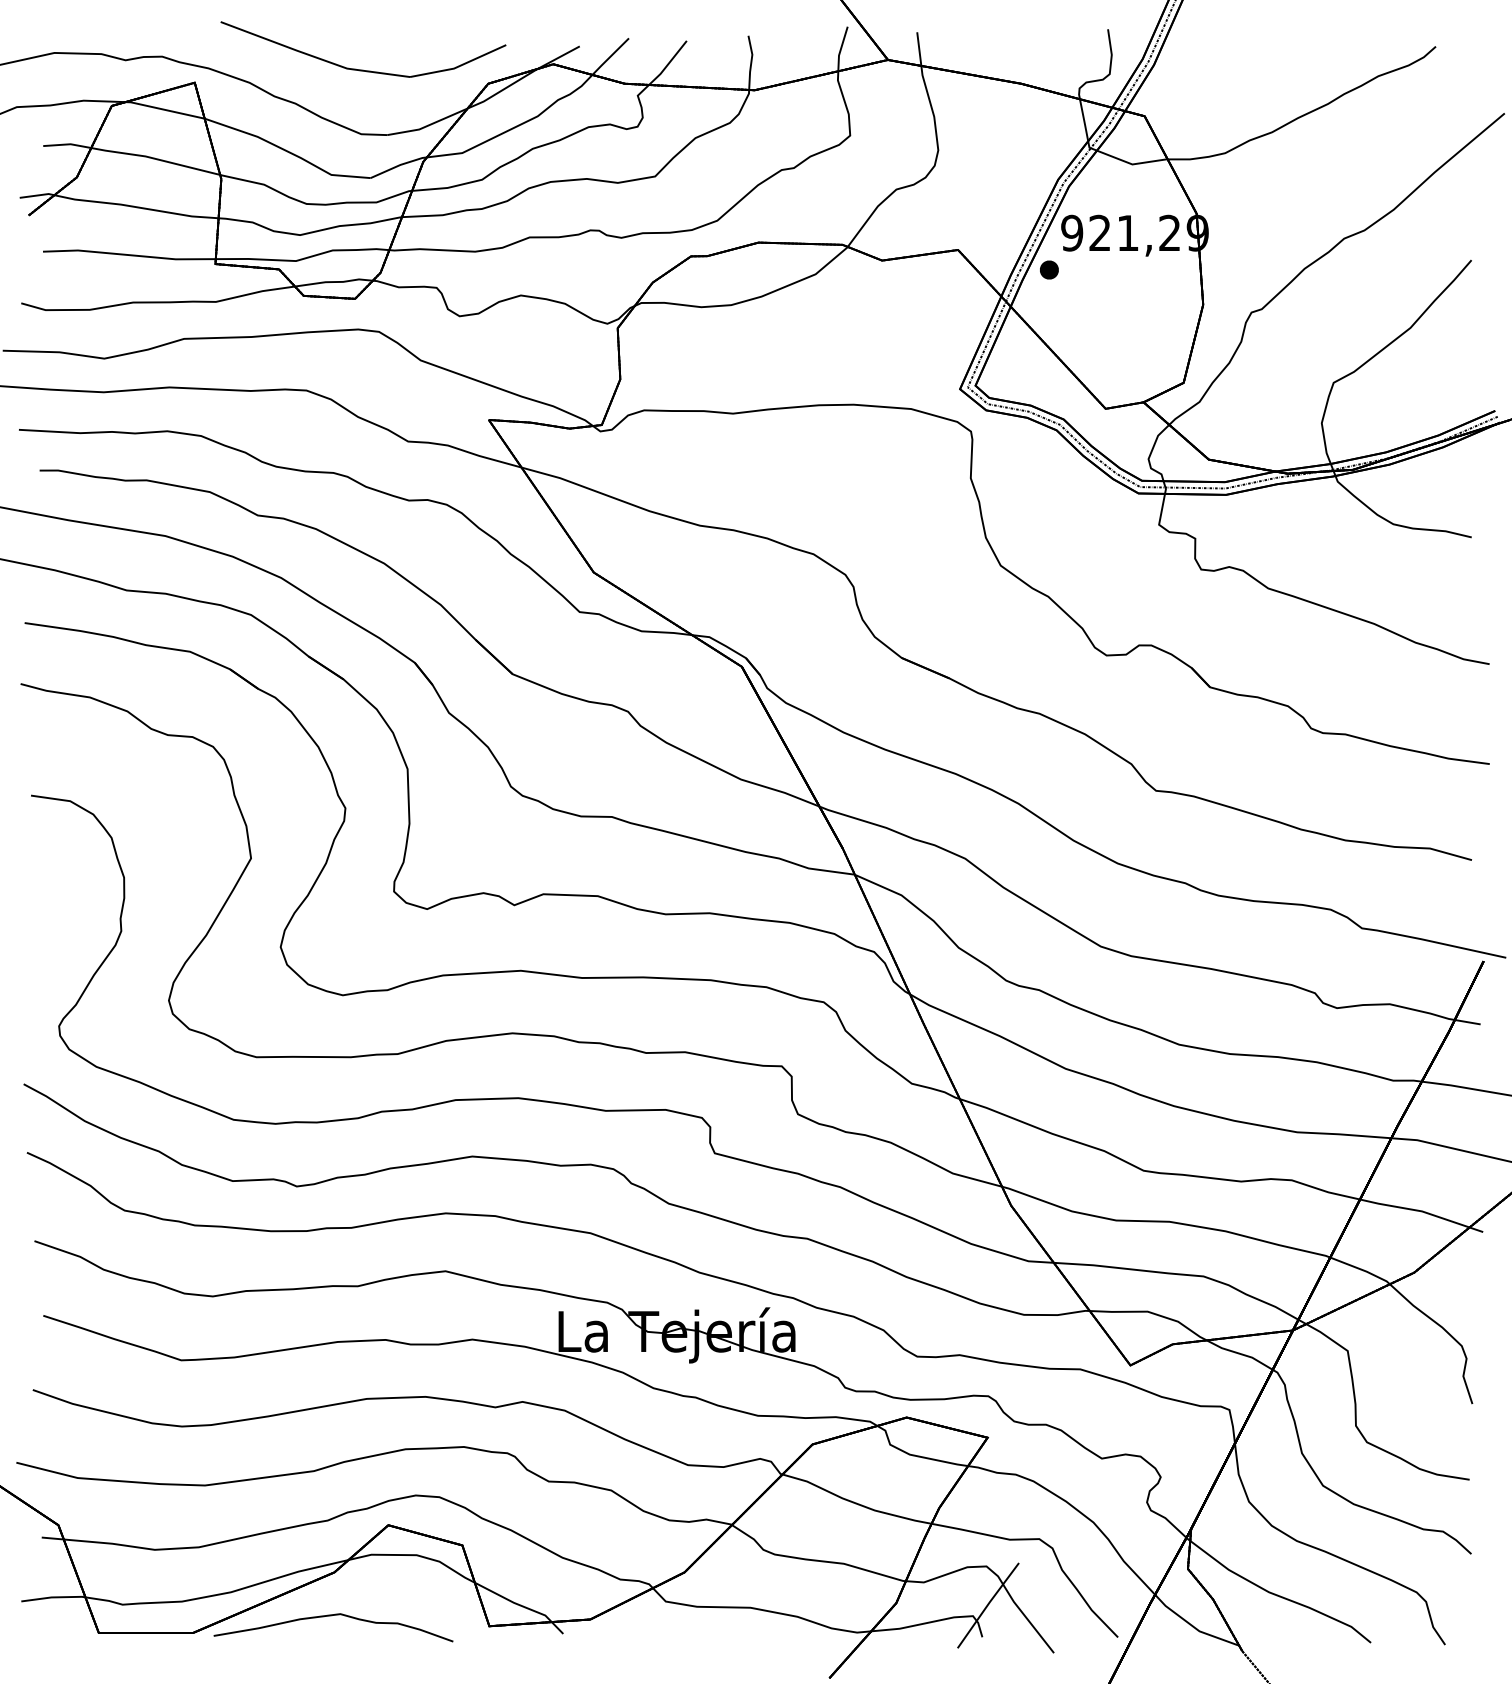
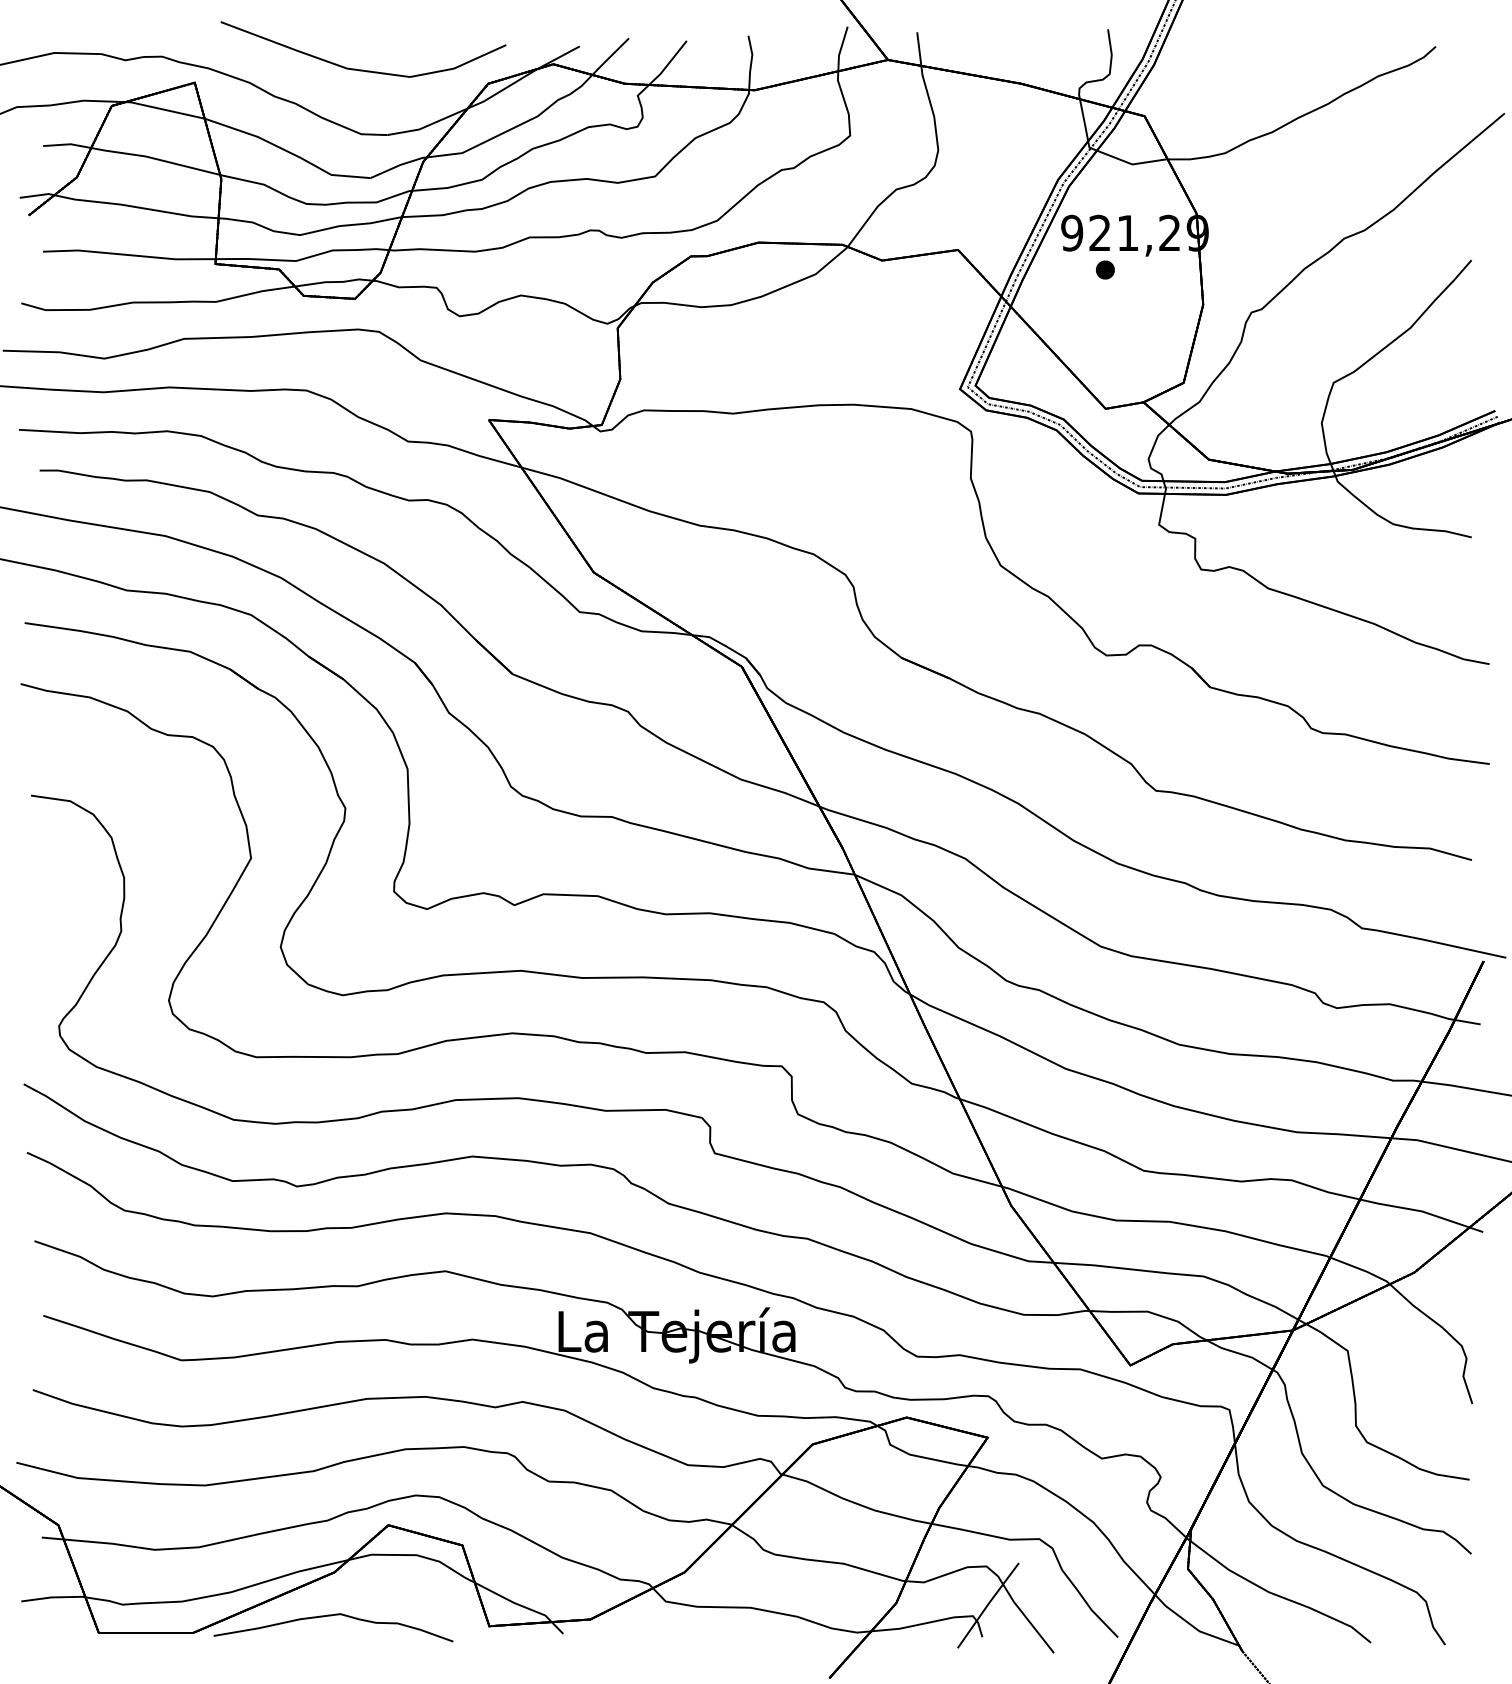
part at (1049, 269) position: (1049, 269) -> (1105, 269)
